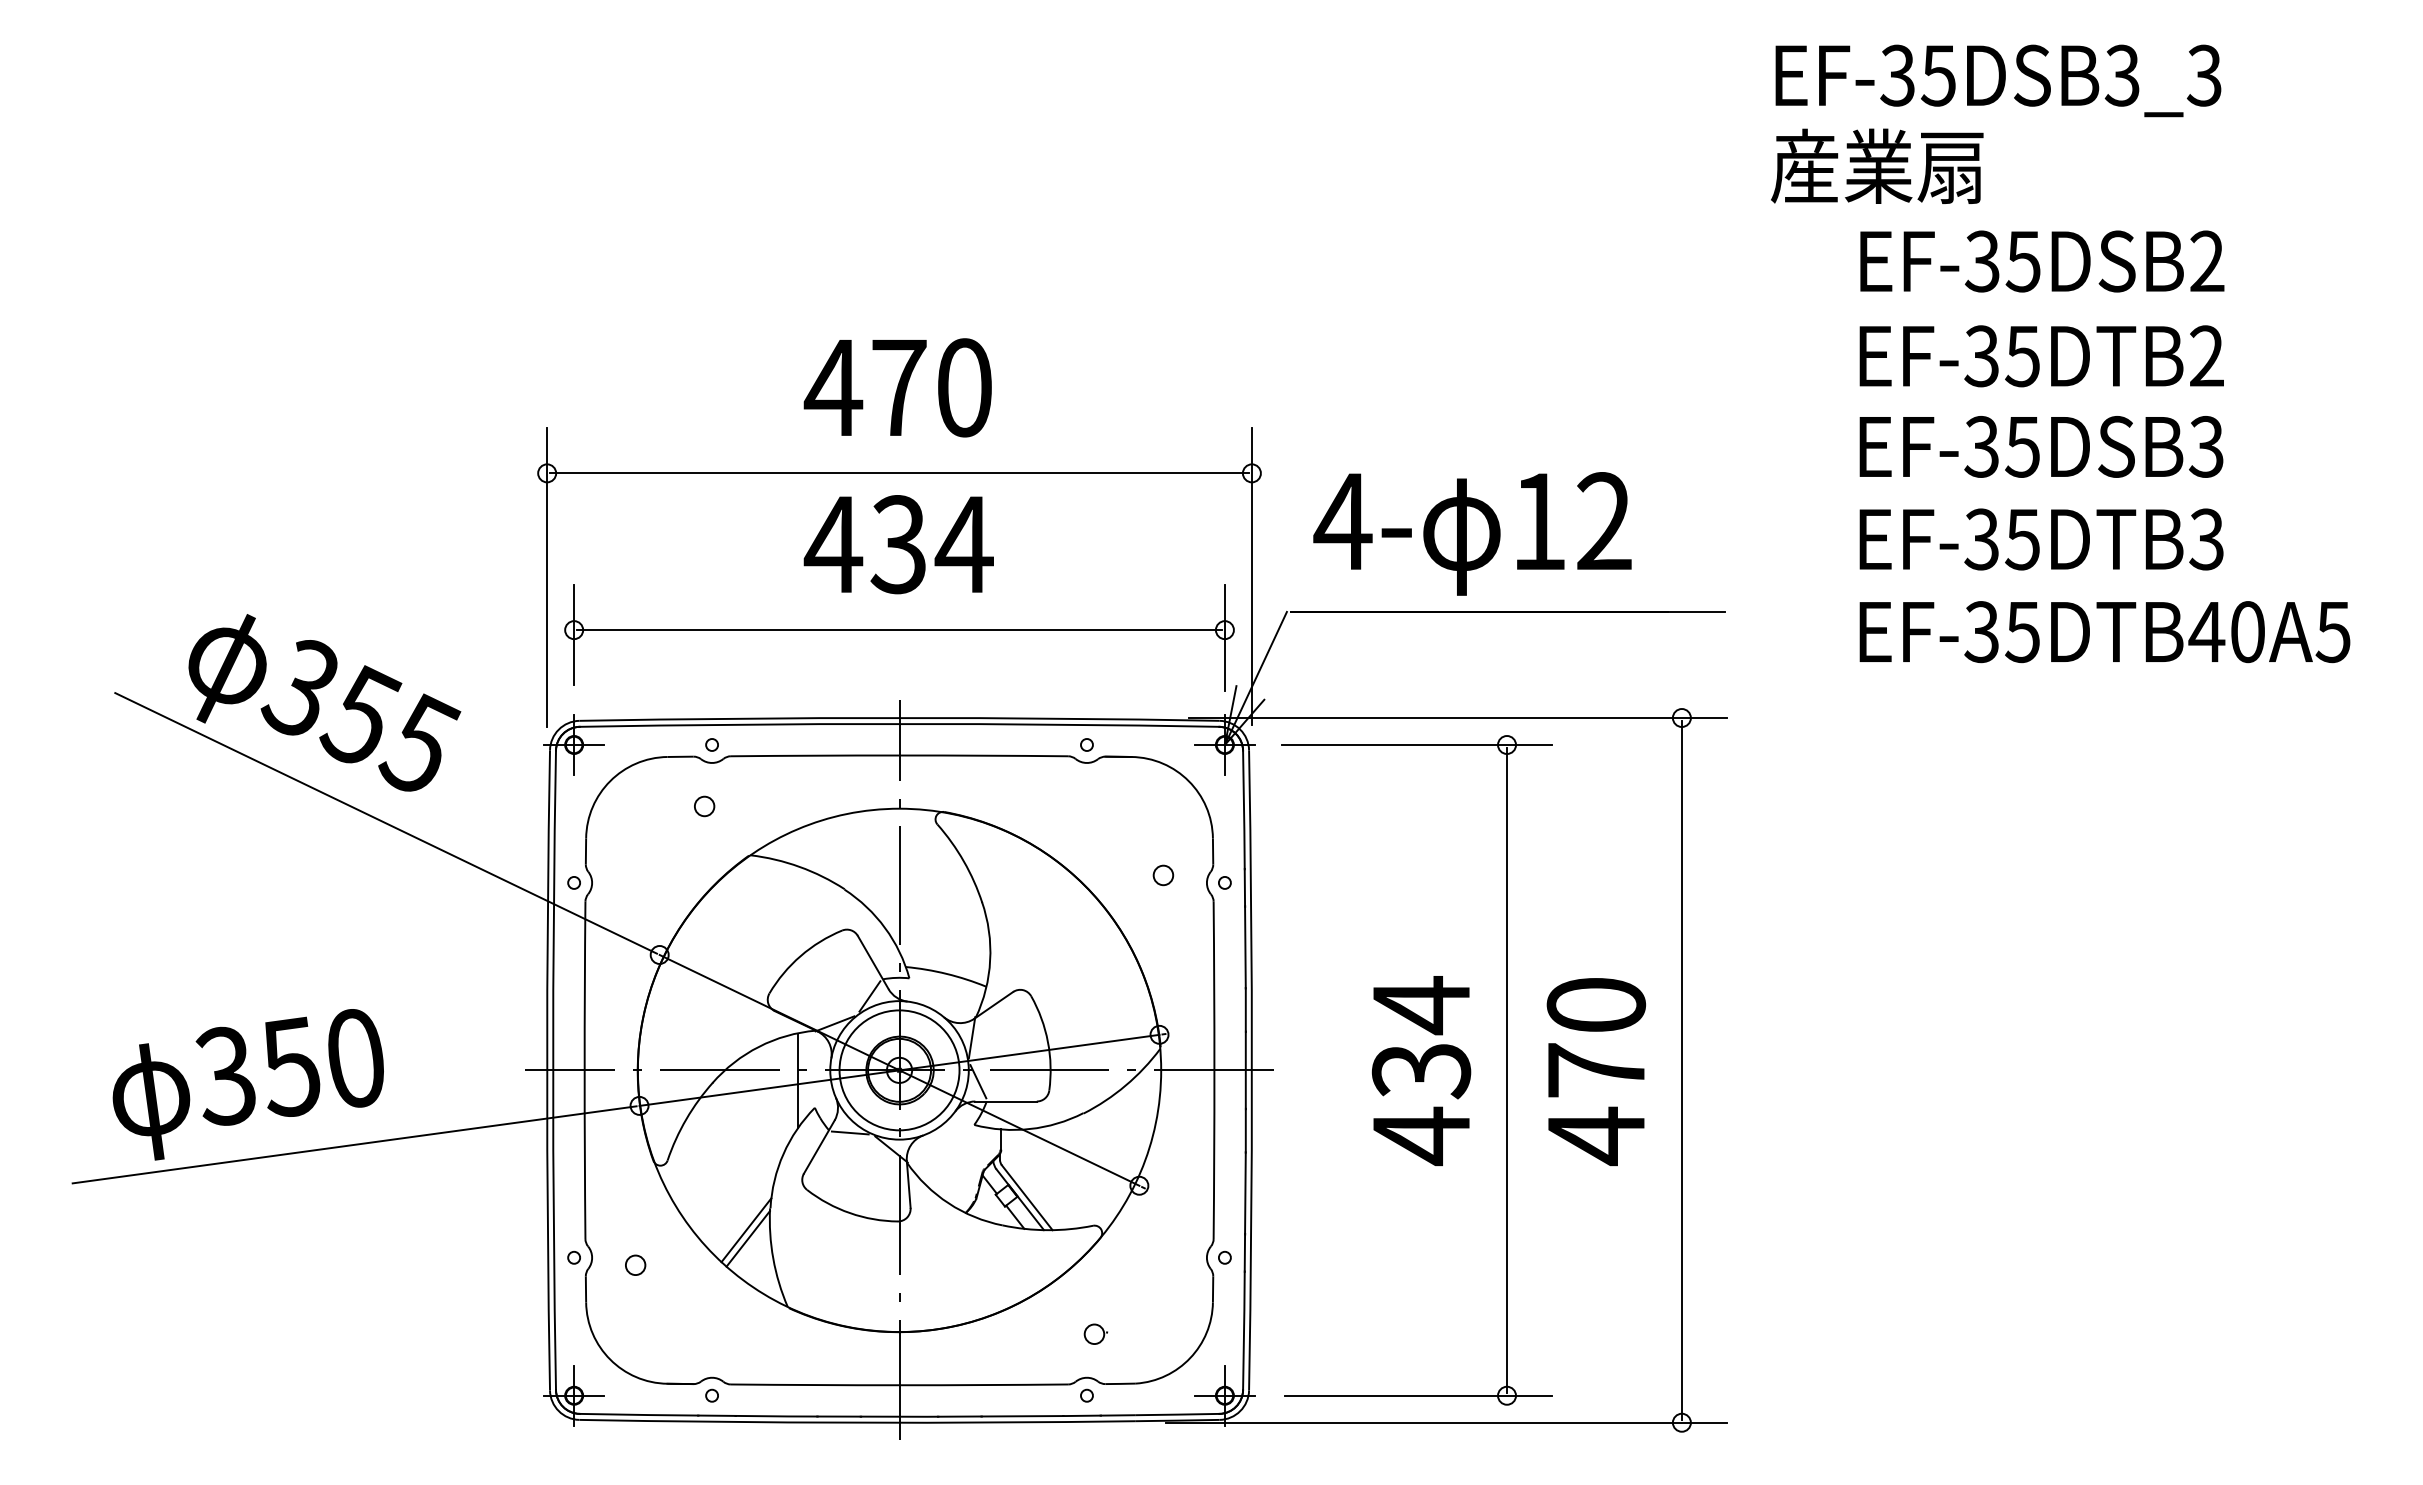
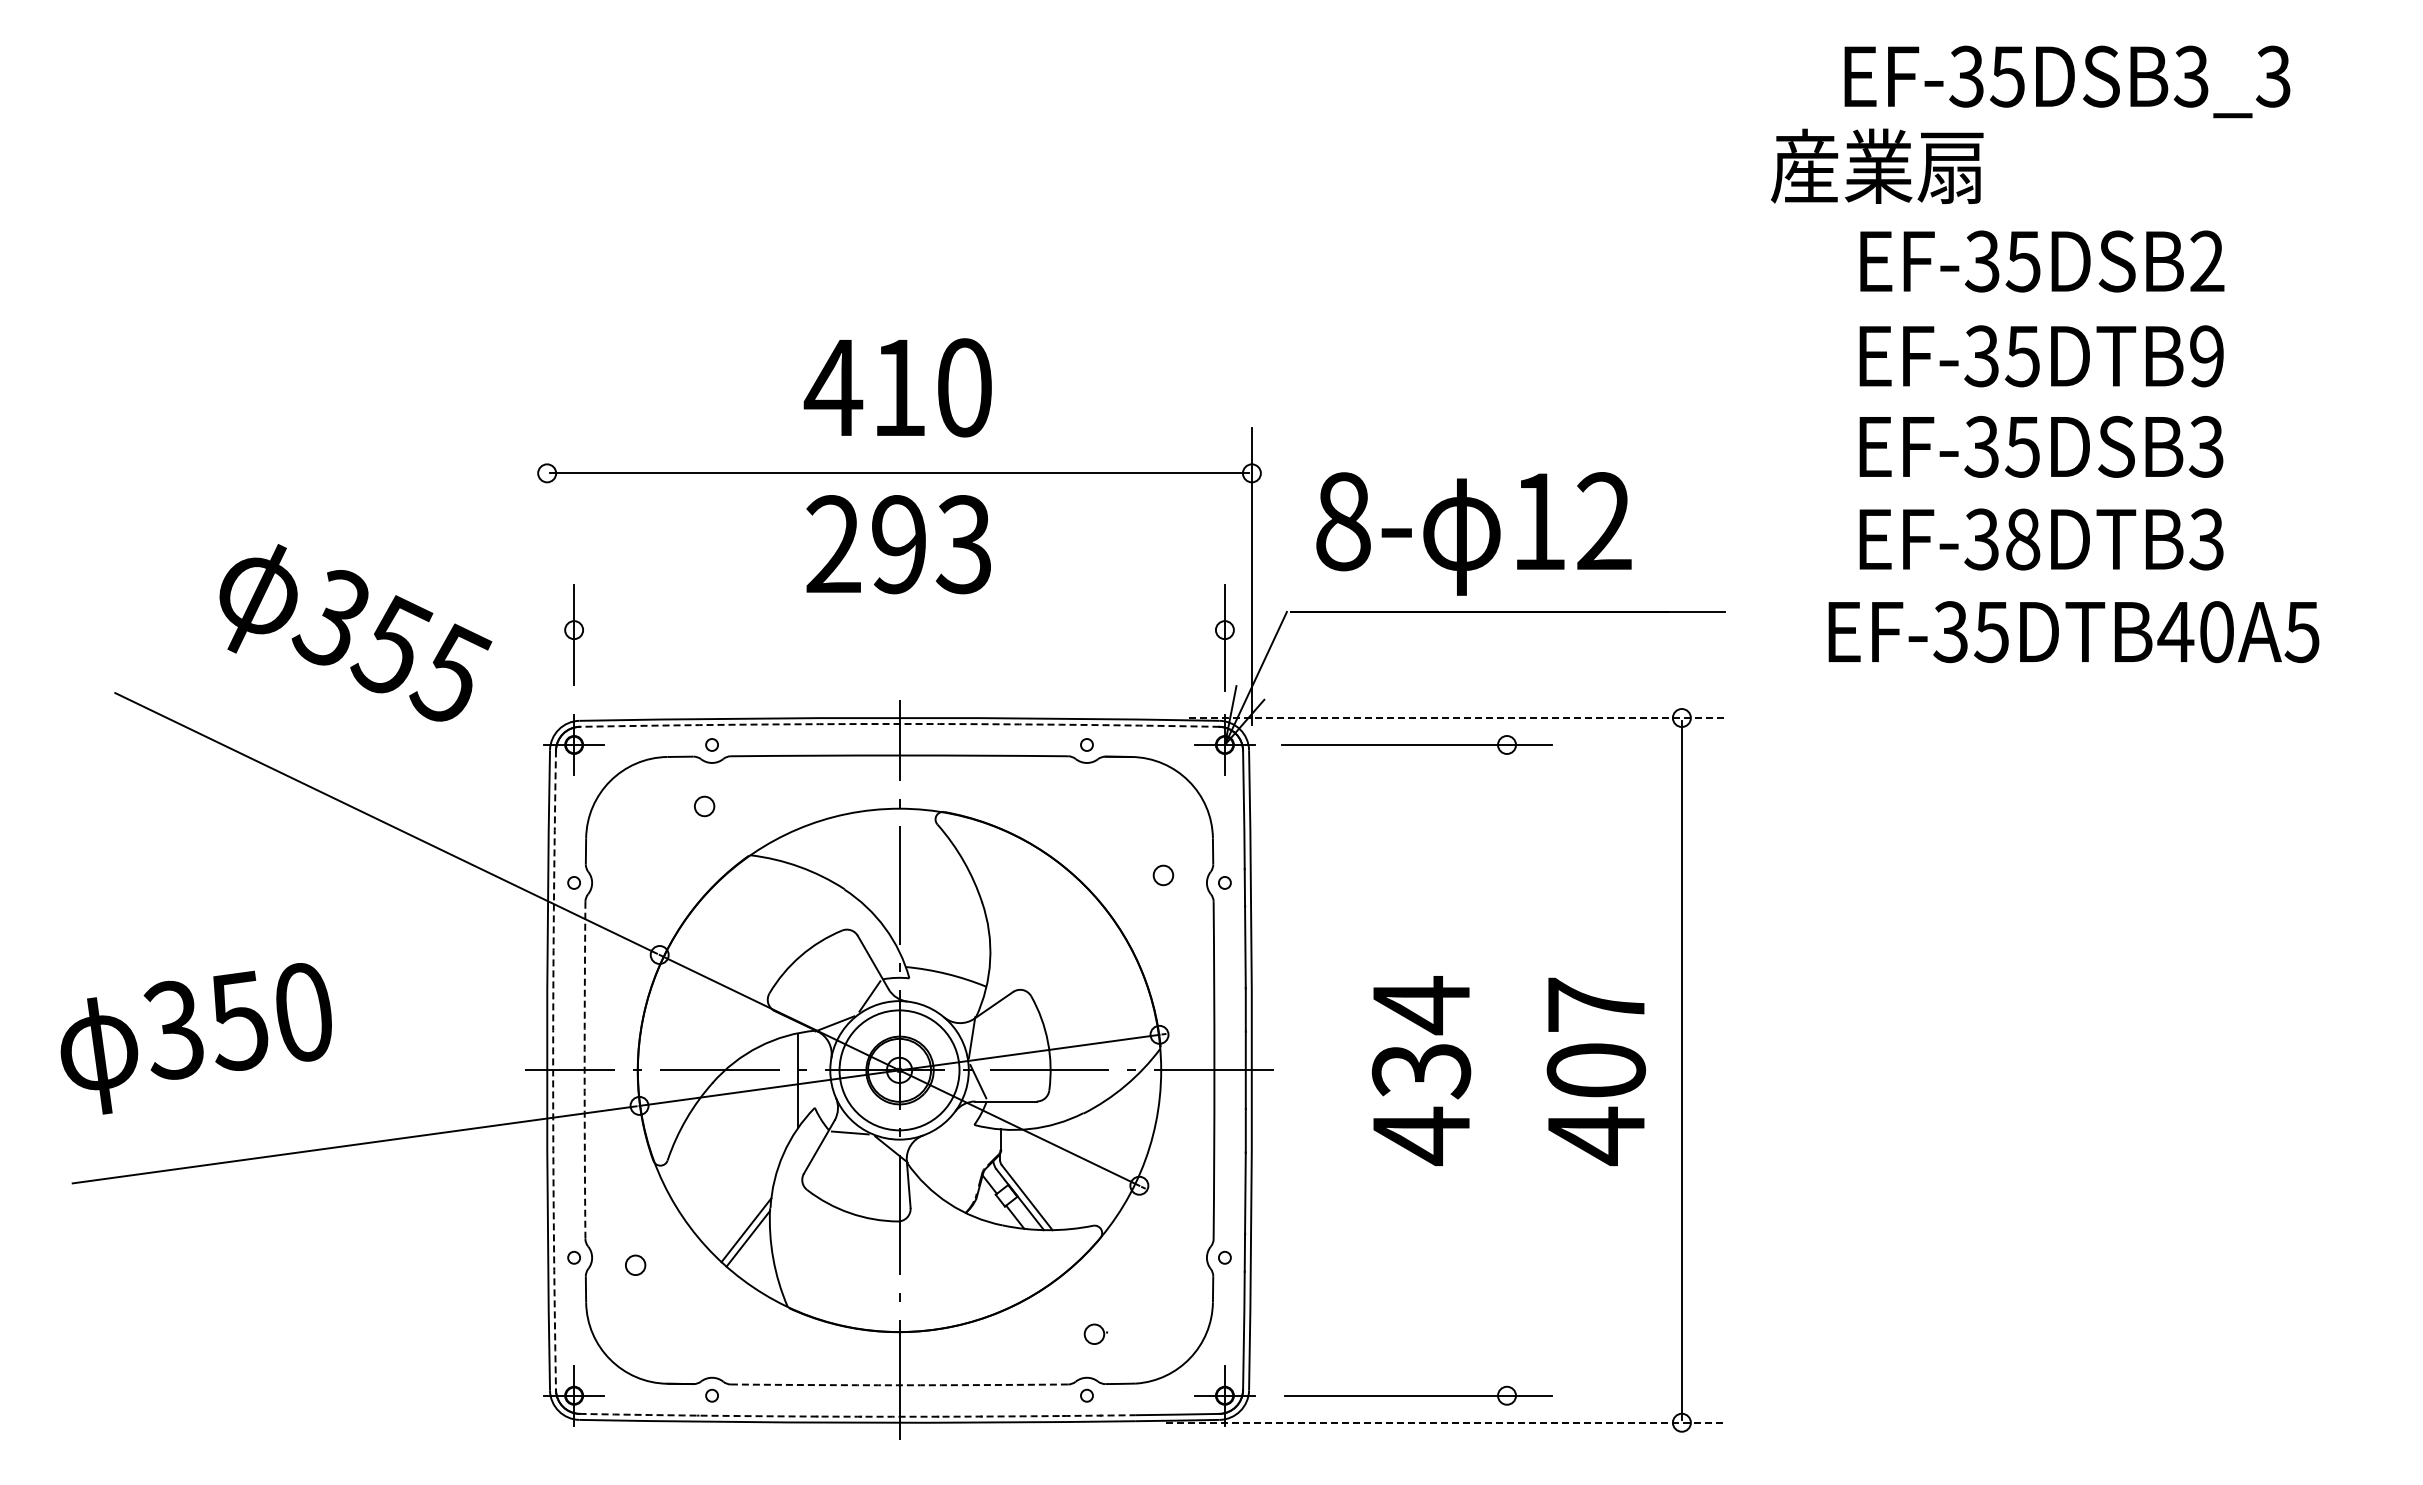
text at (1998, 80) position: (1998, 80) -> (2067, 81)
text at (2206, 356): EF-35DTB2 -> EF-35DTB9
text at (899, 387): 470 -> 410
text at (1342, 521): 4- -> 8-
text at (2022, 539): EF-35DTB3 -> EF-38DTB3
text at (898, 544): 434 -> 293
line at (547, 577): present -> none
line at (899, 630): present -> none
text at (2104, 632) position: (2104, 632) -> (2073, 632)
text at (324, 702) position: (324, 702) -> (355, 632)
line at (1458, 718): solid -> dashed
arc at (899, 724): solid -> dashed
text at (1596, 1037): 470 -> 407
line at (1507, 1069): present -> none
arc at (553, 1070): solid -> dashed
arc at (584, 1070): solid -> dashed
text at (247, 1084) position: (247, 1084) -> (195, 1038)
arc at (899, 1385): solid -> dashed
arc at (857, 1416): solid -> dashed
line at (1446, 1422): solid -> dashed
